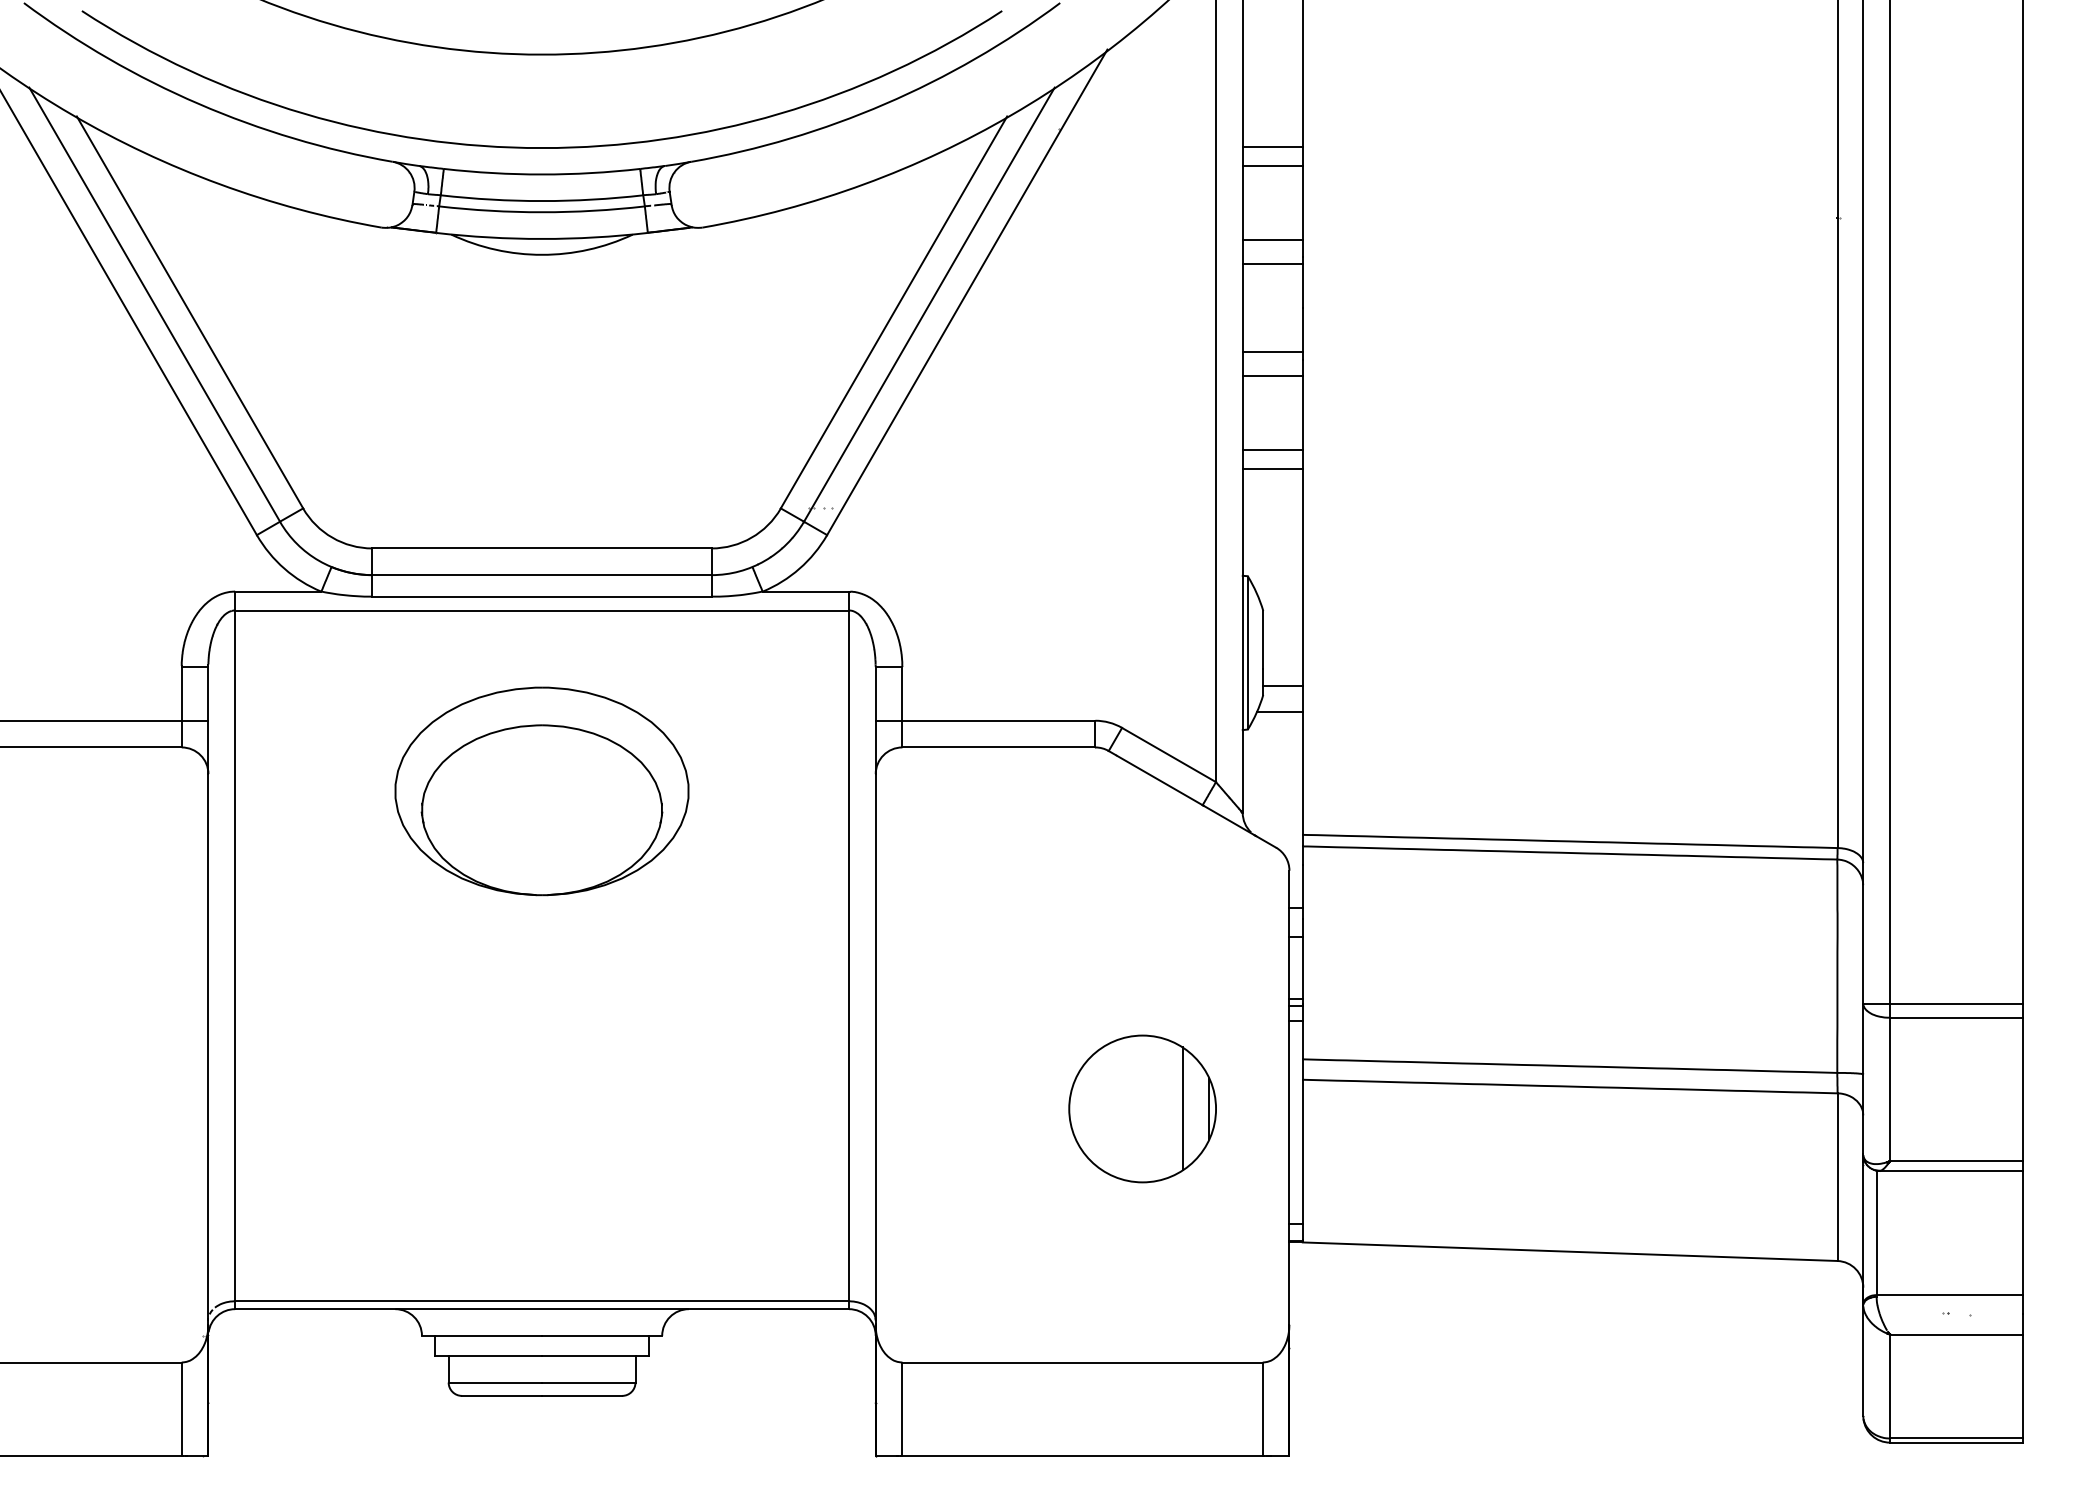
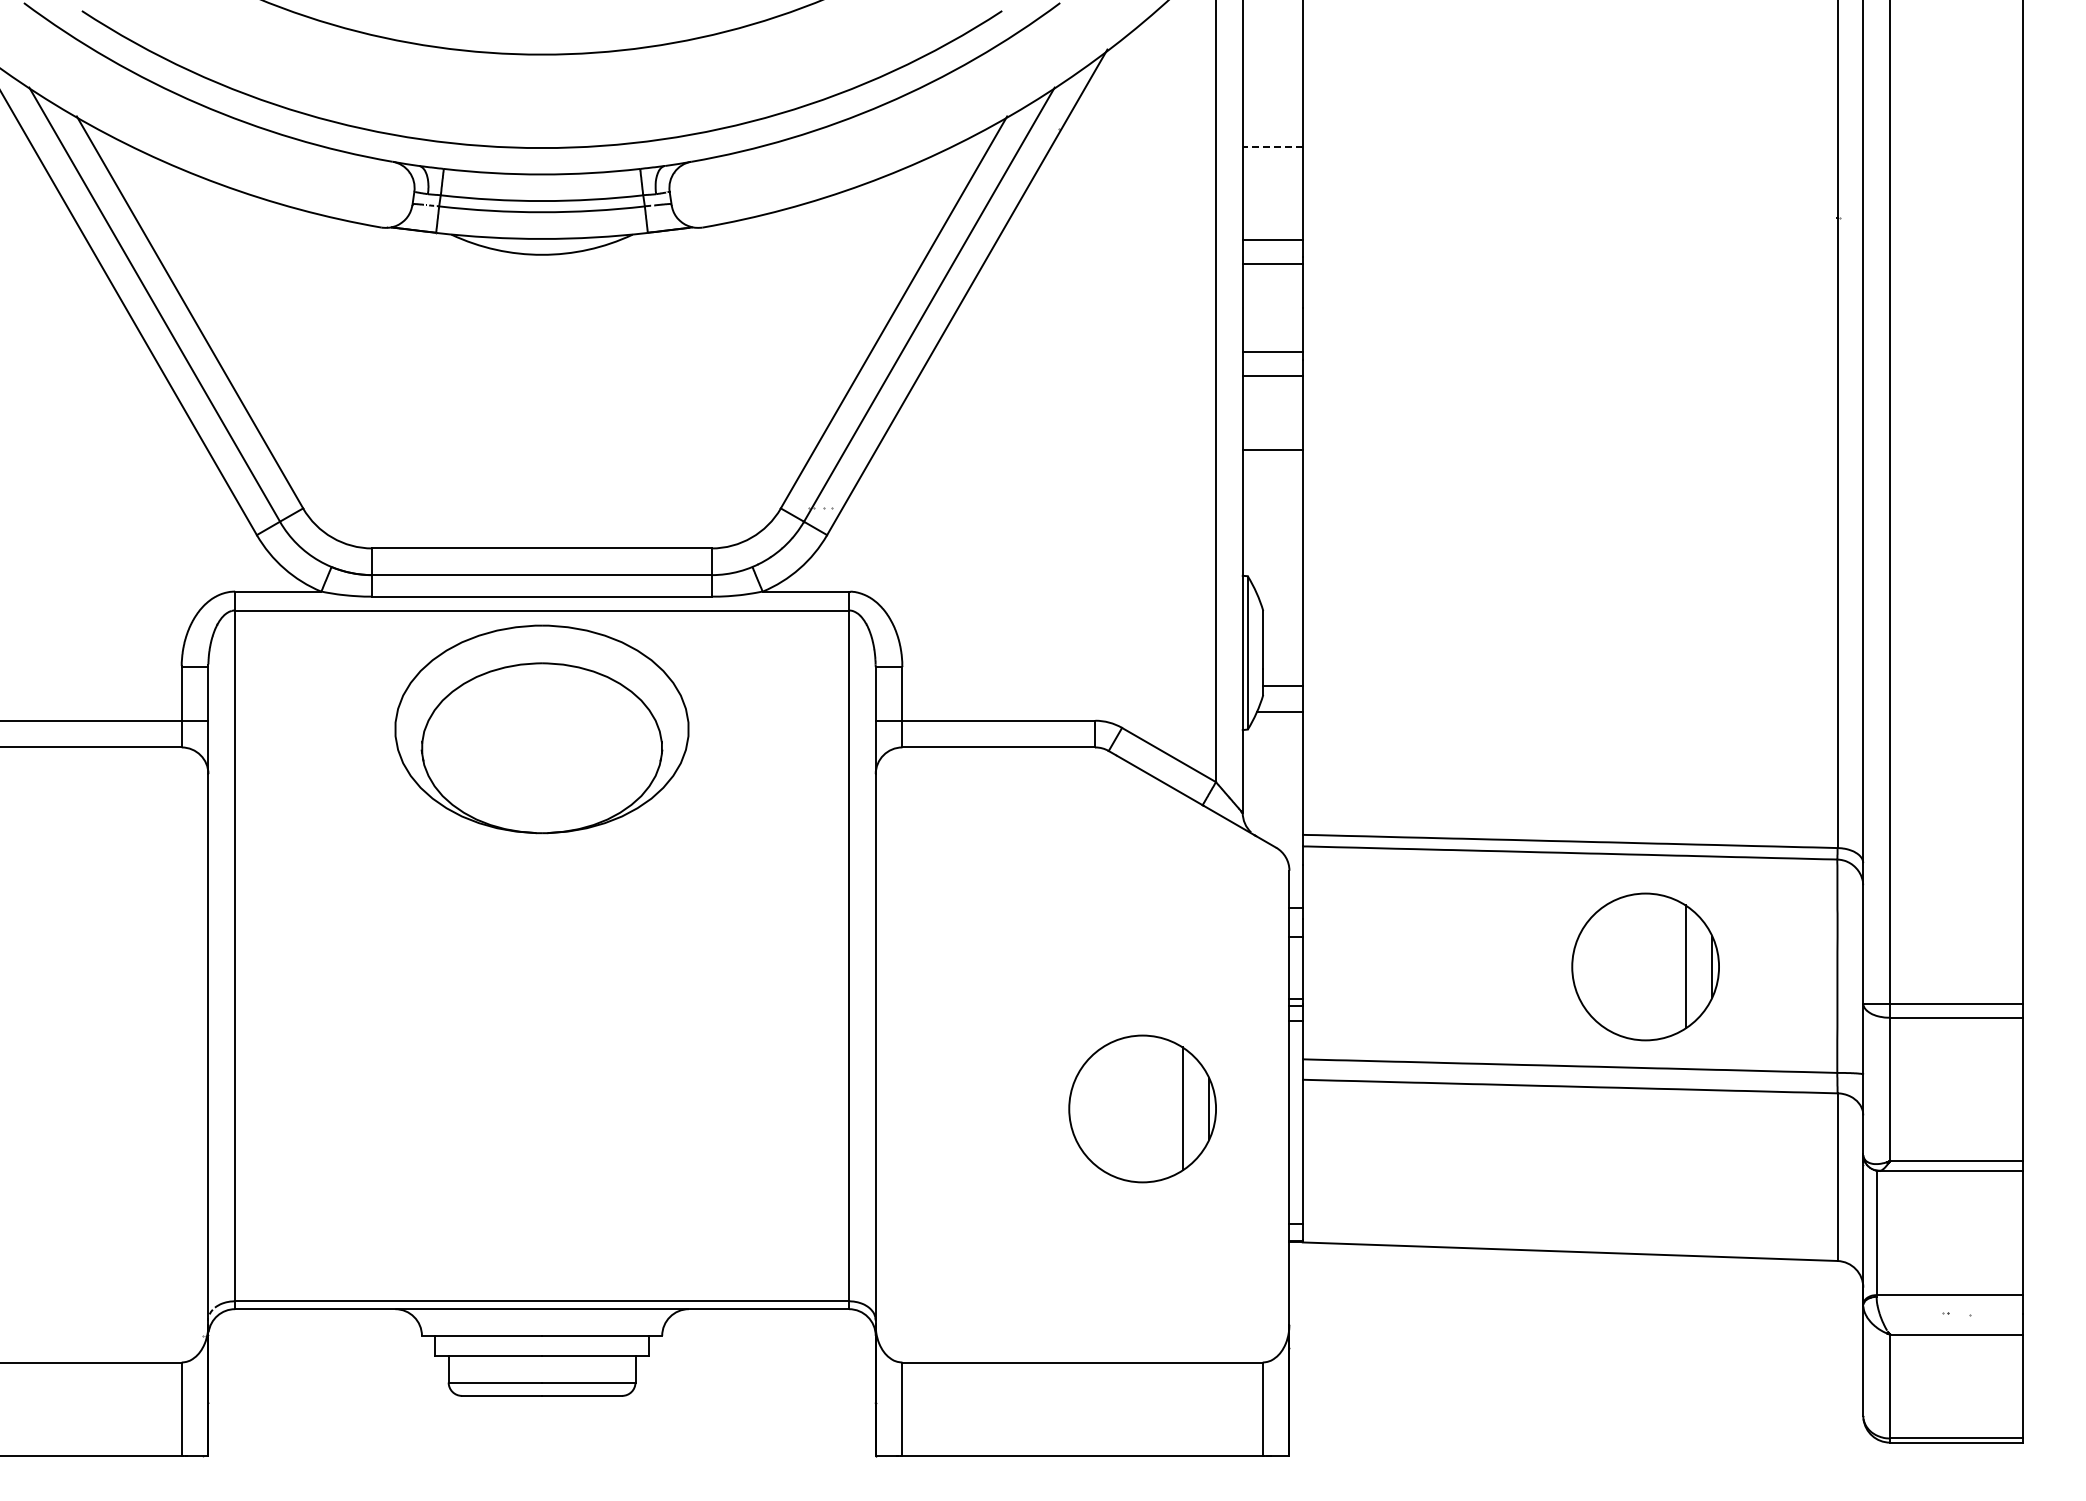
line at (1272, 147): solid -> dashed
line at (1272, 166): present -> none
line at (1272, 469): present -> none
part at (541, 791) position: (541, 791) -> (541, 729)
part at (1645, 966): none -> present
